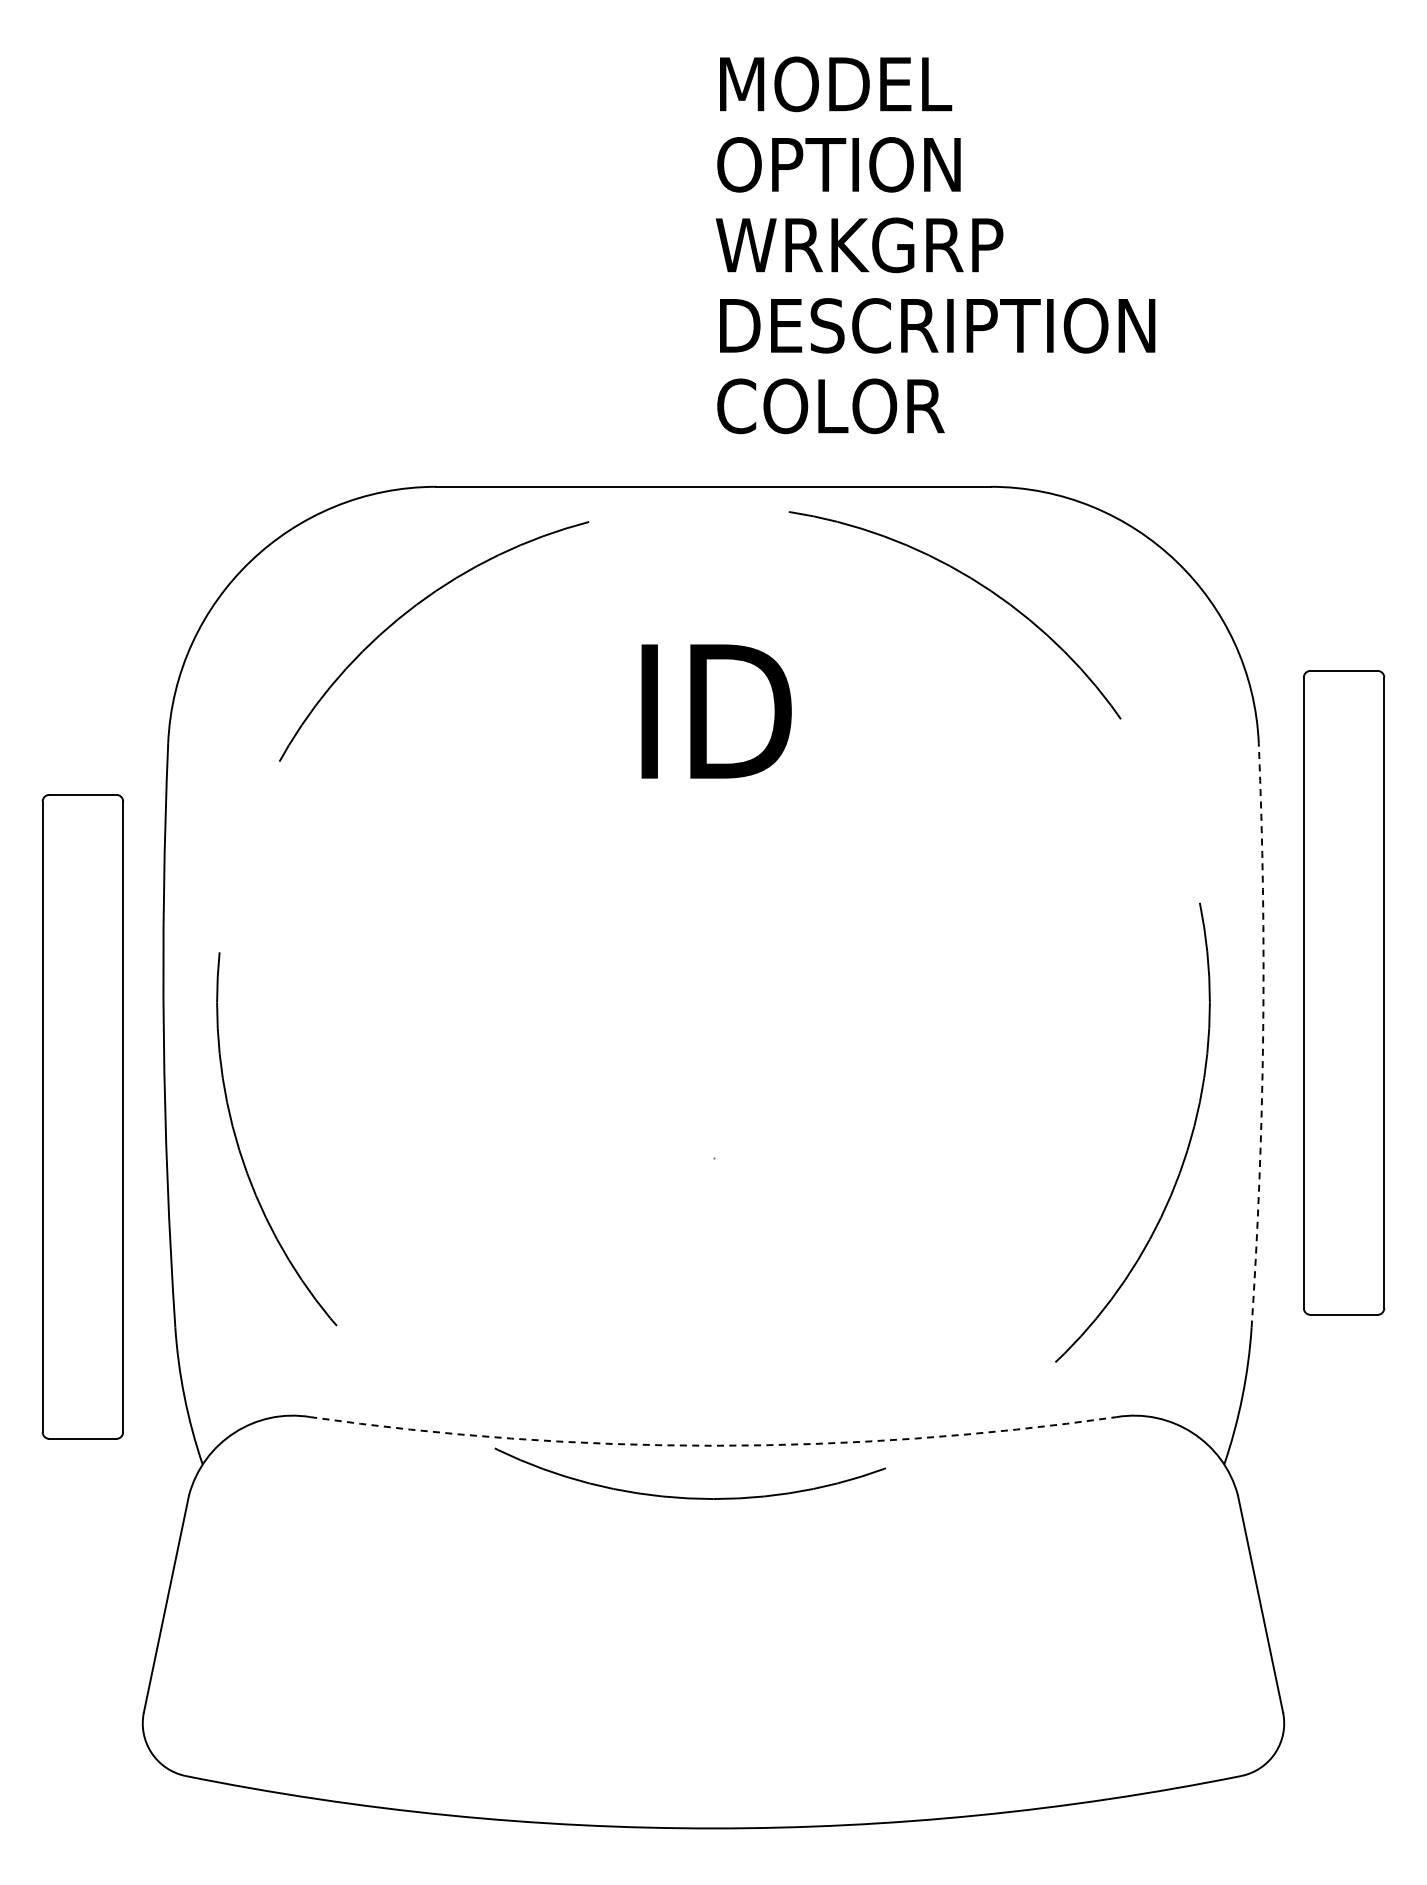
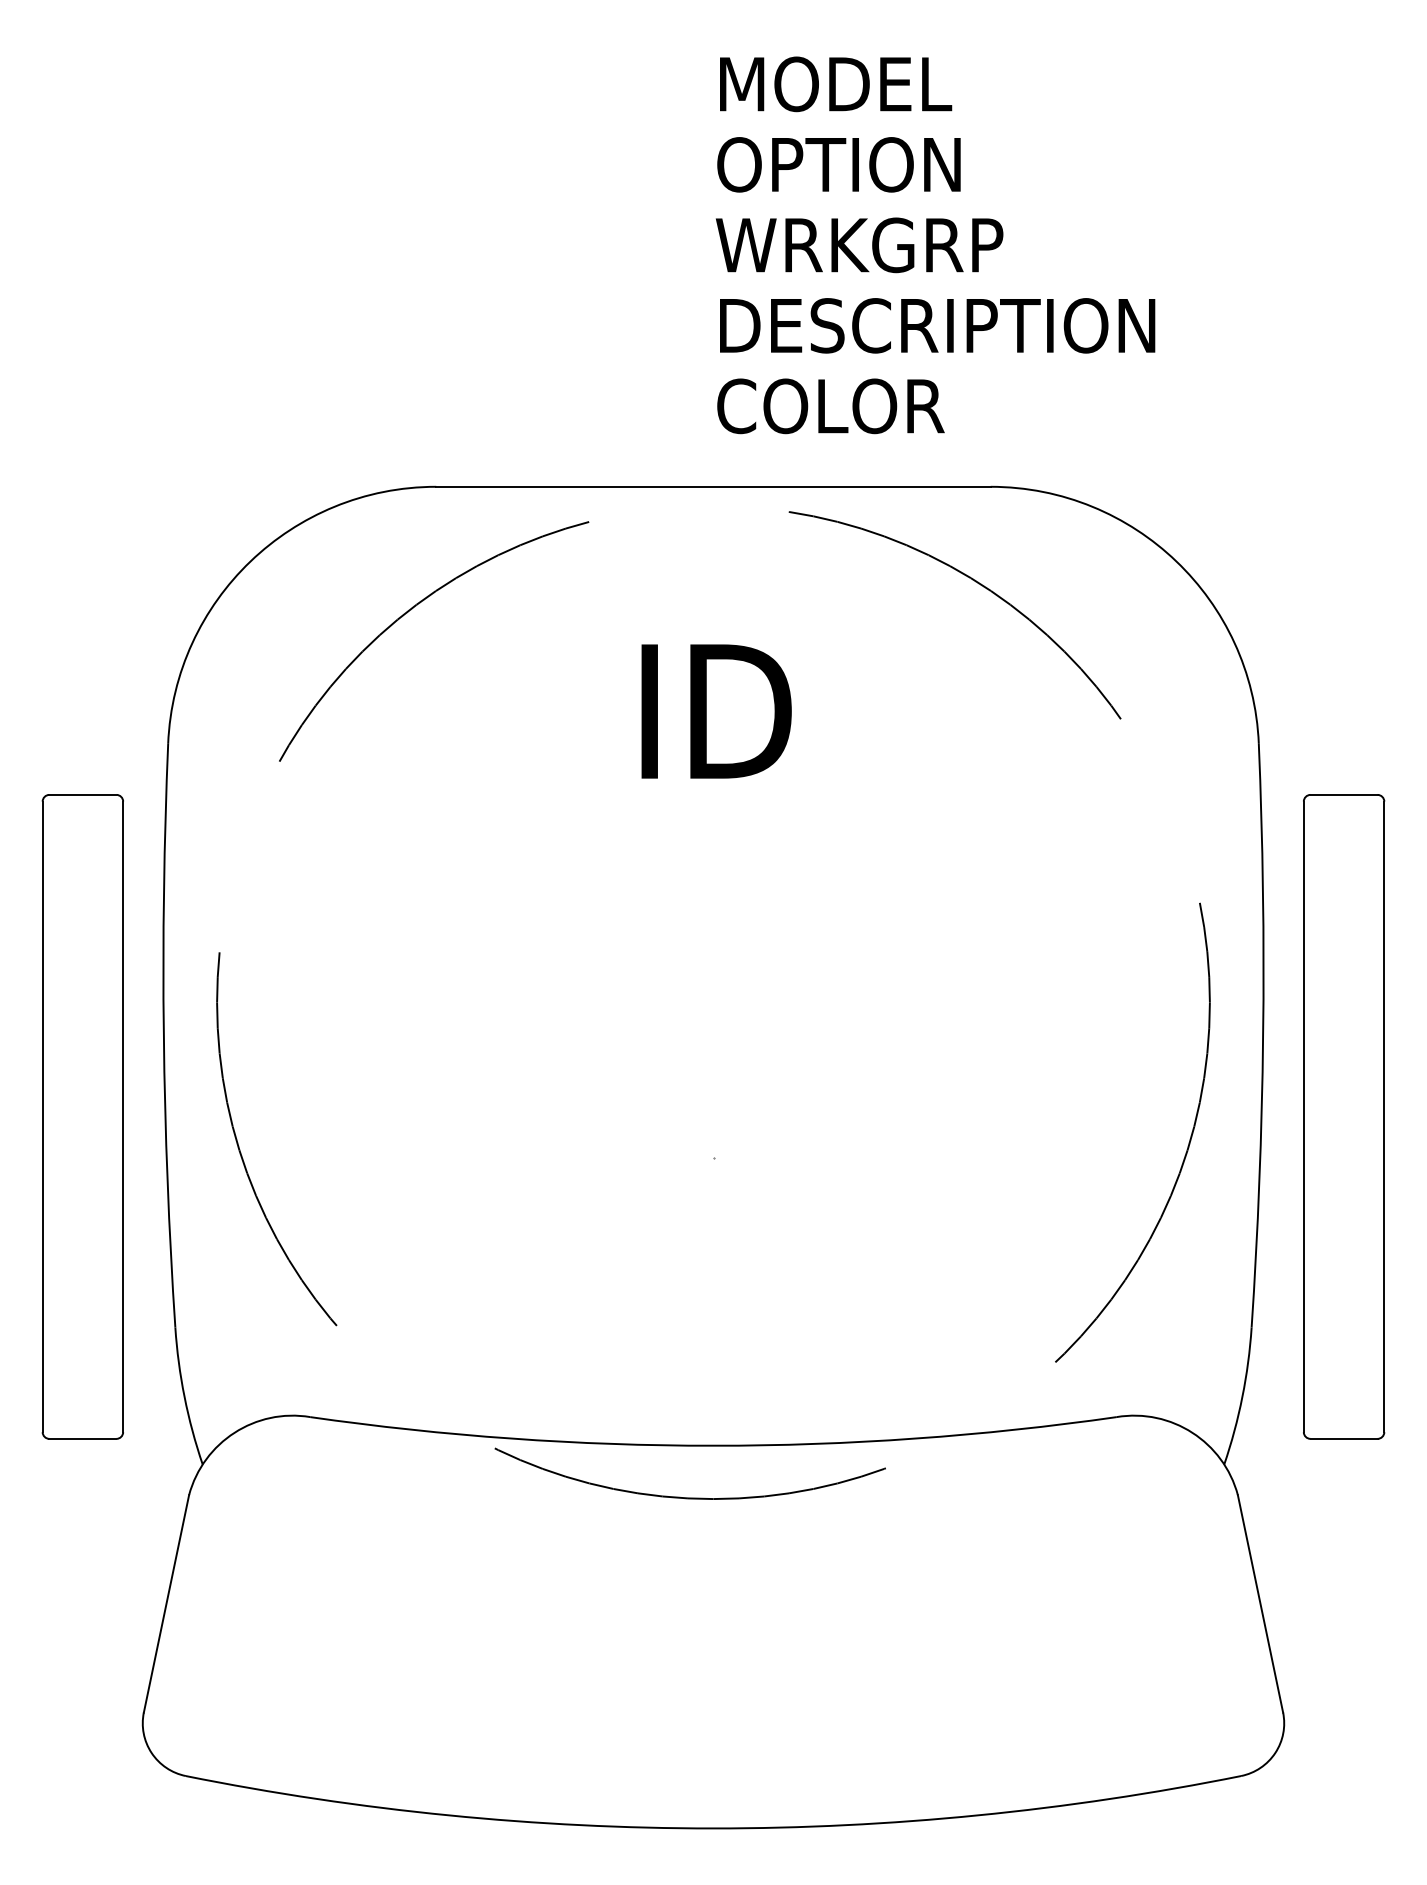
part at (1344, 992) position: (1344, 992) -> (1344, 1116)
arc at (1263, 1035): dashed -> solid
arc at (713, 1445): dashed -> solid
